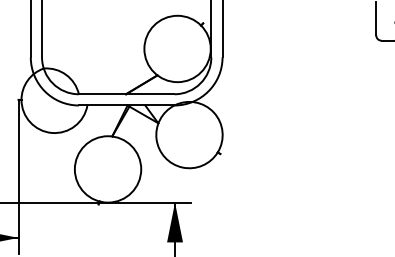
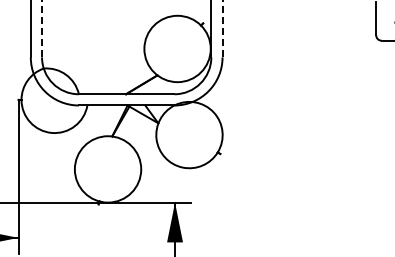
line at (42, 28): solid -> dashed
line at (222, 28): solid -> dashed
